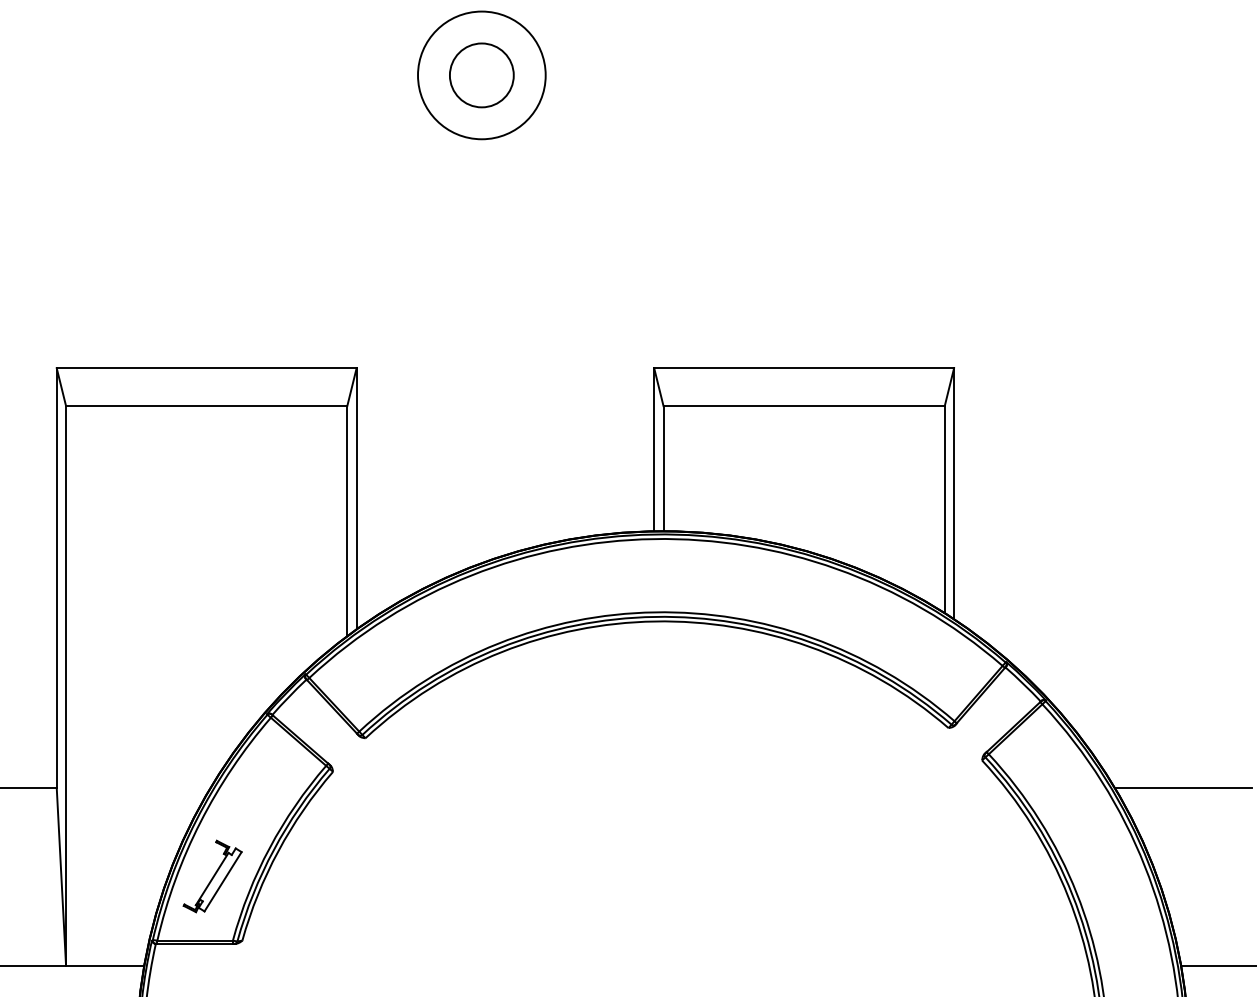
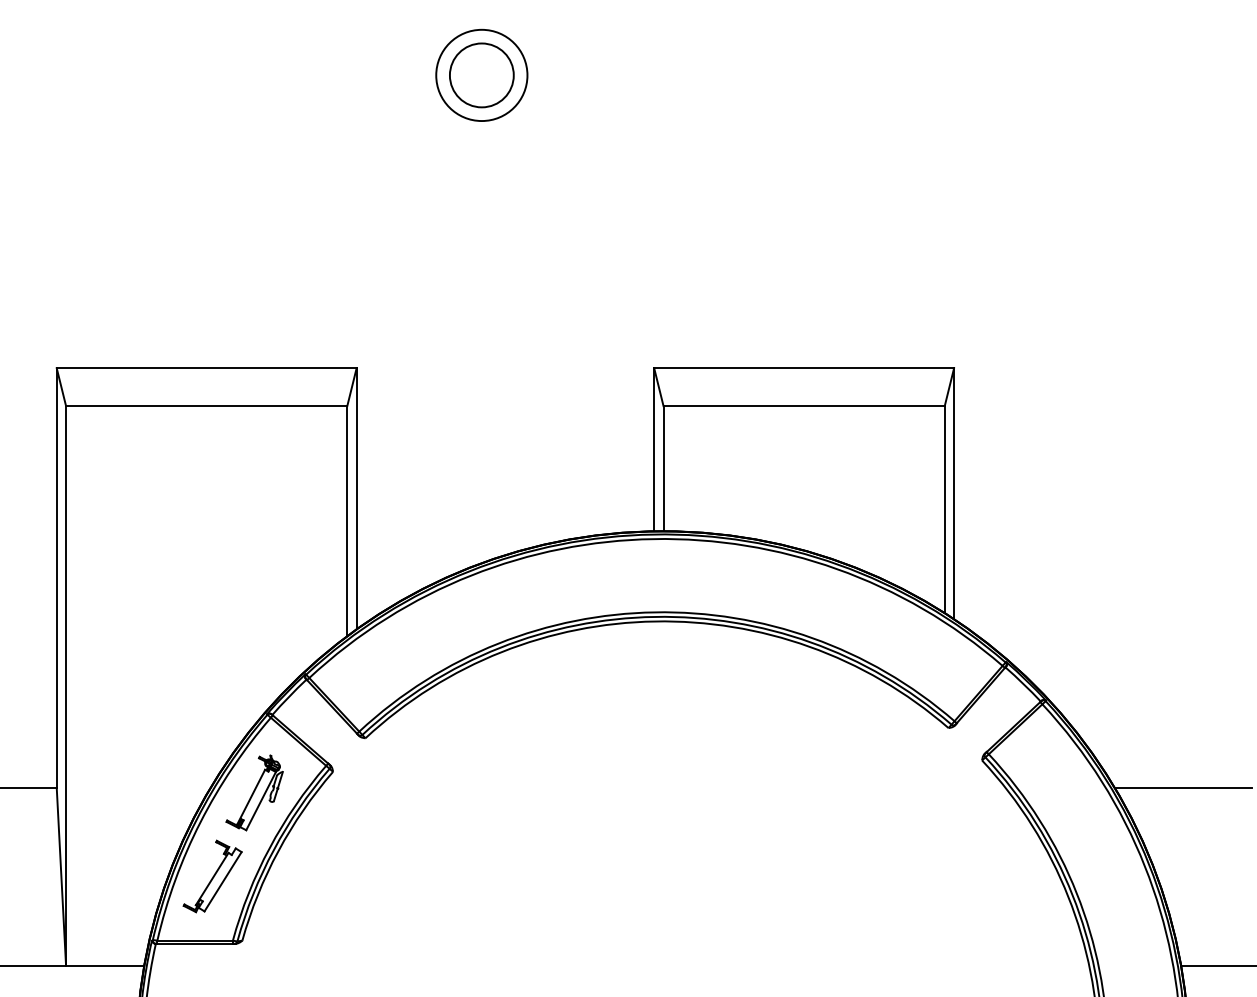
circle at (481, 75) diameter: 128 px -> 91 px
part at (254, 792): none -> present
